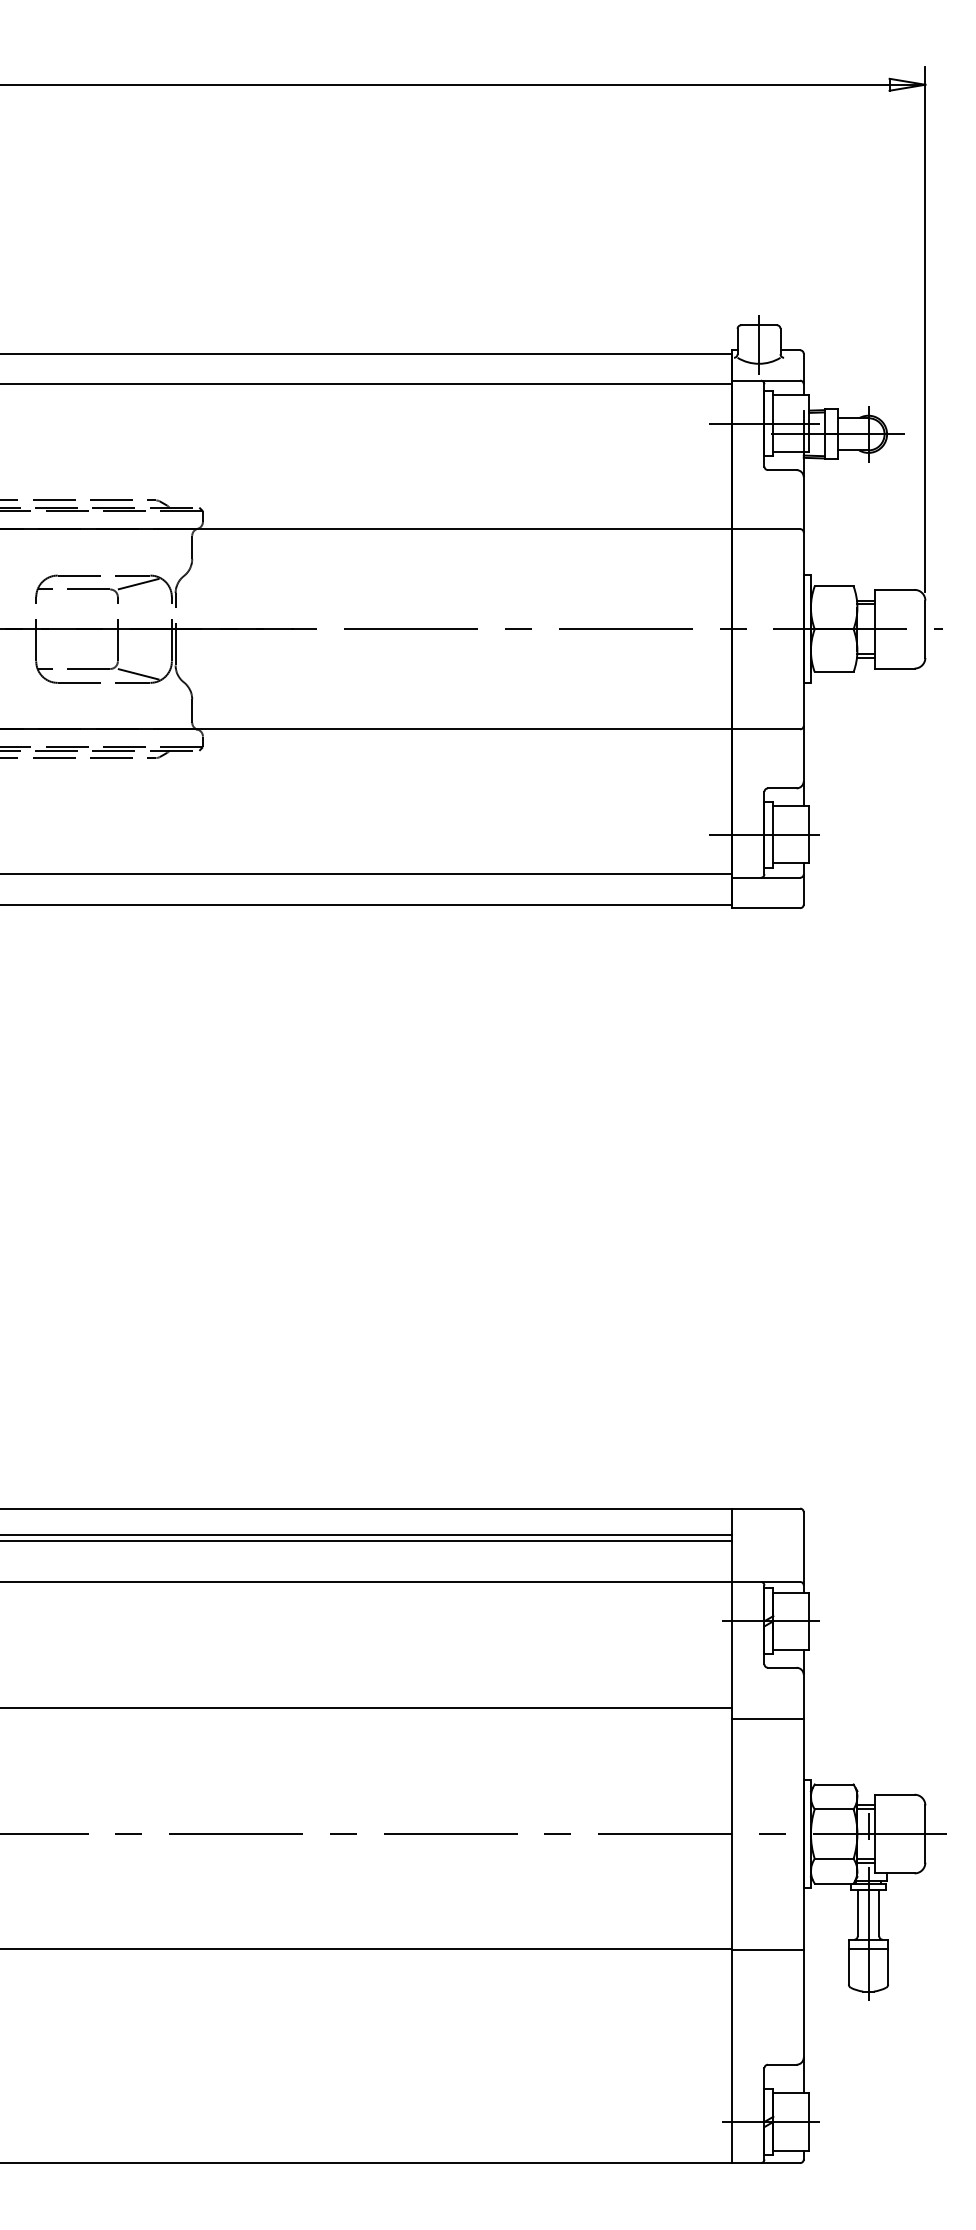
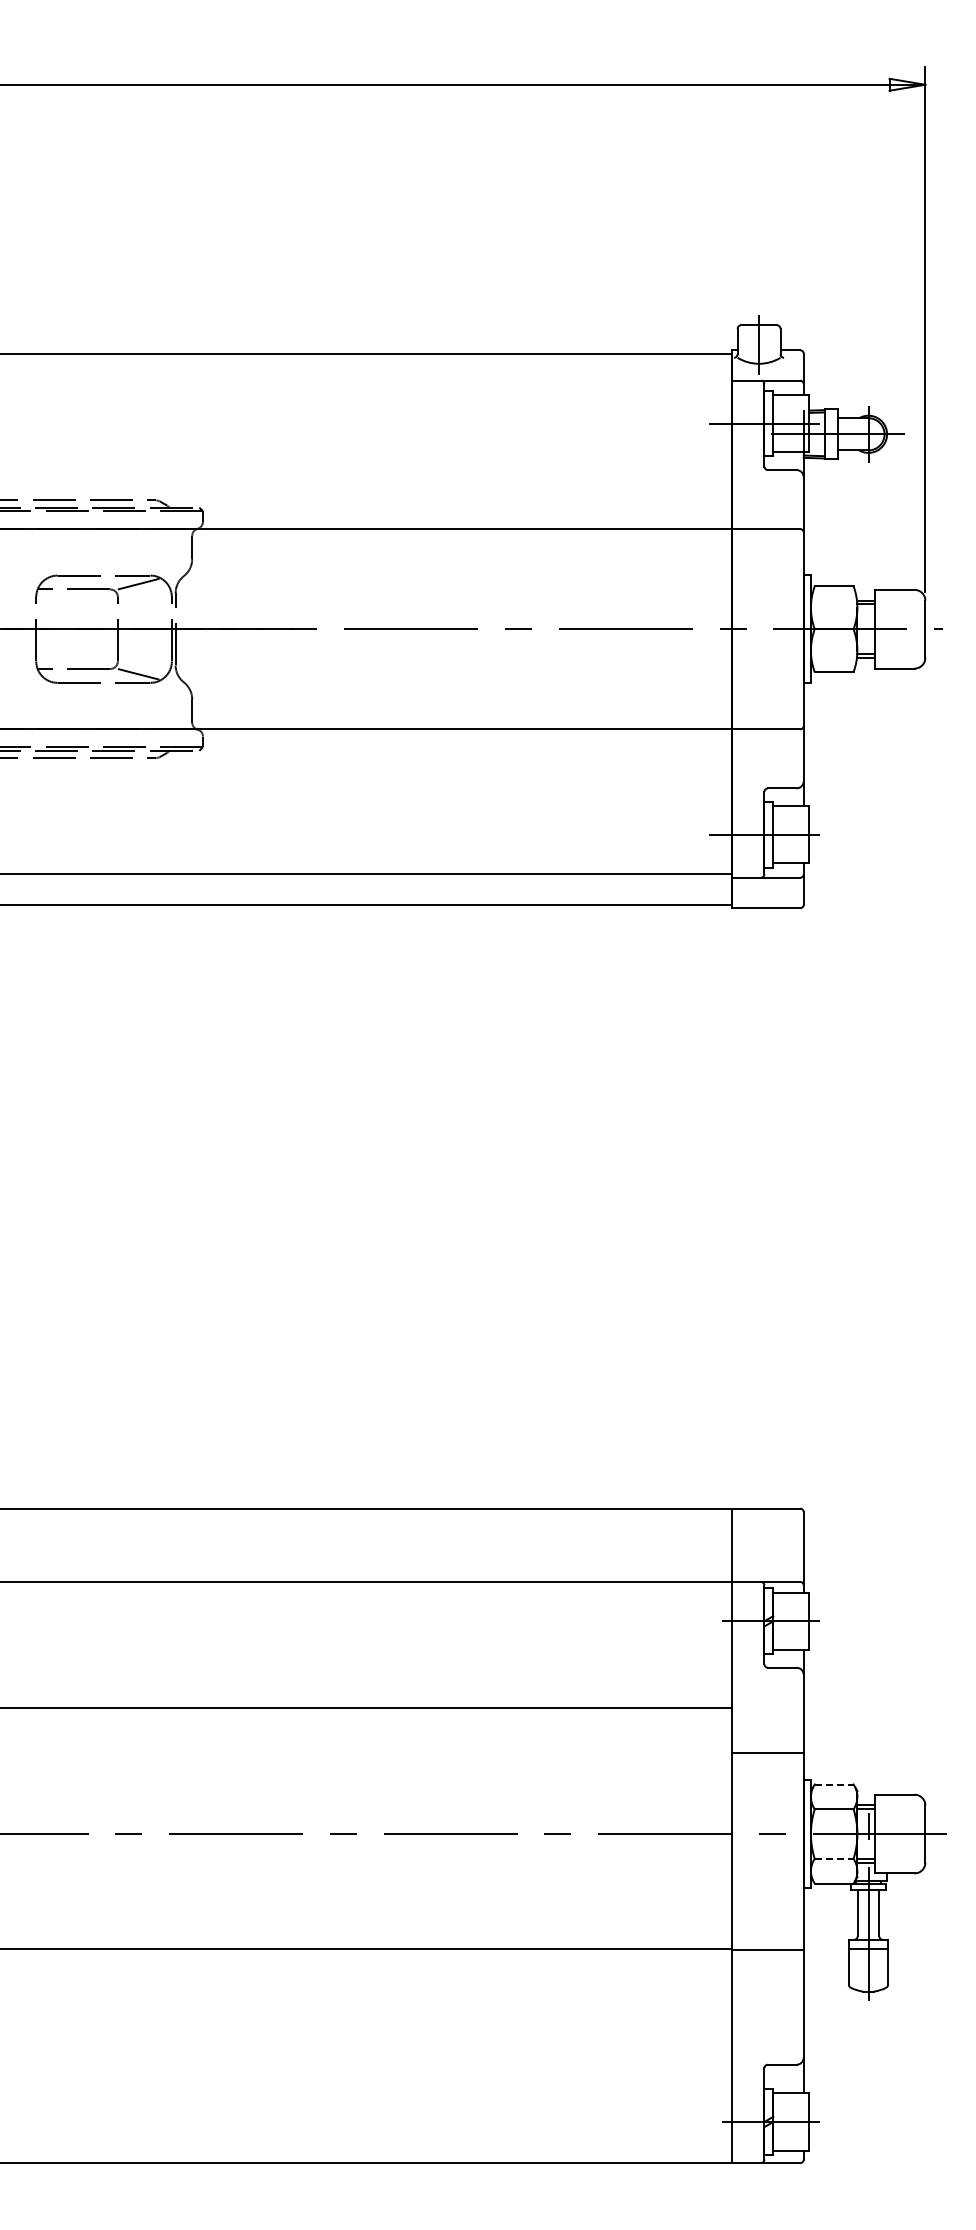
line at (367, 384): present -> none
line at (367, 1535): present -> none
line at (367, 1540): present -> none
line at (767, 1718) position: (767, 1718) -> (767, 1752)
line at (834, 1784): solid -> dashed
line at (834, 1858): solid -> dashed
